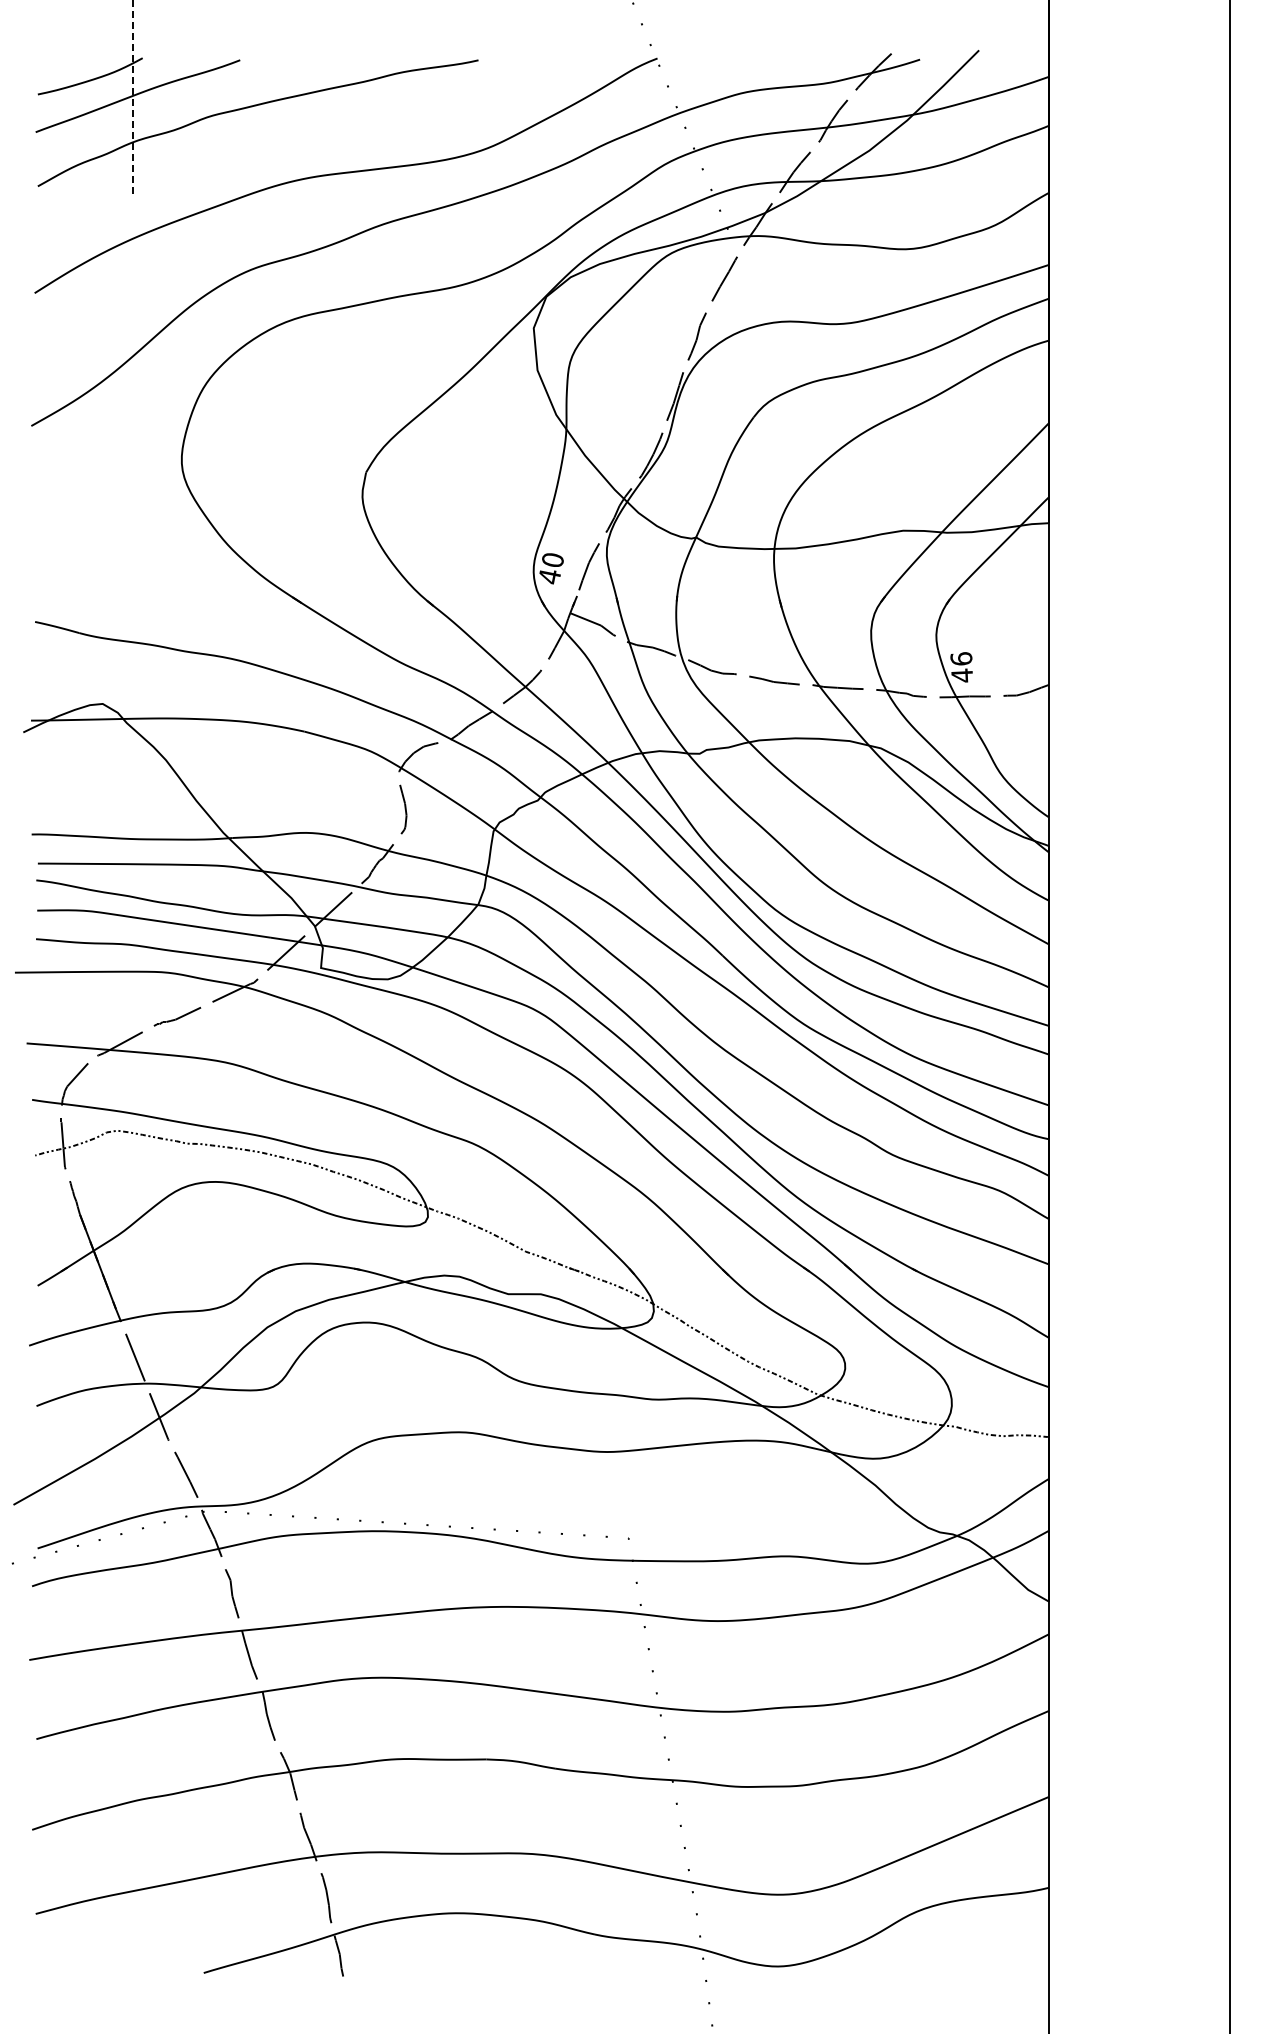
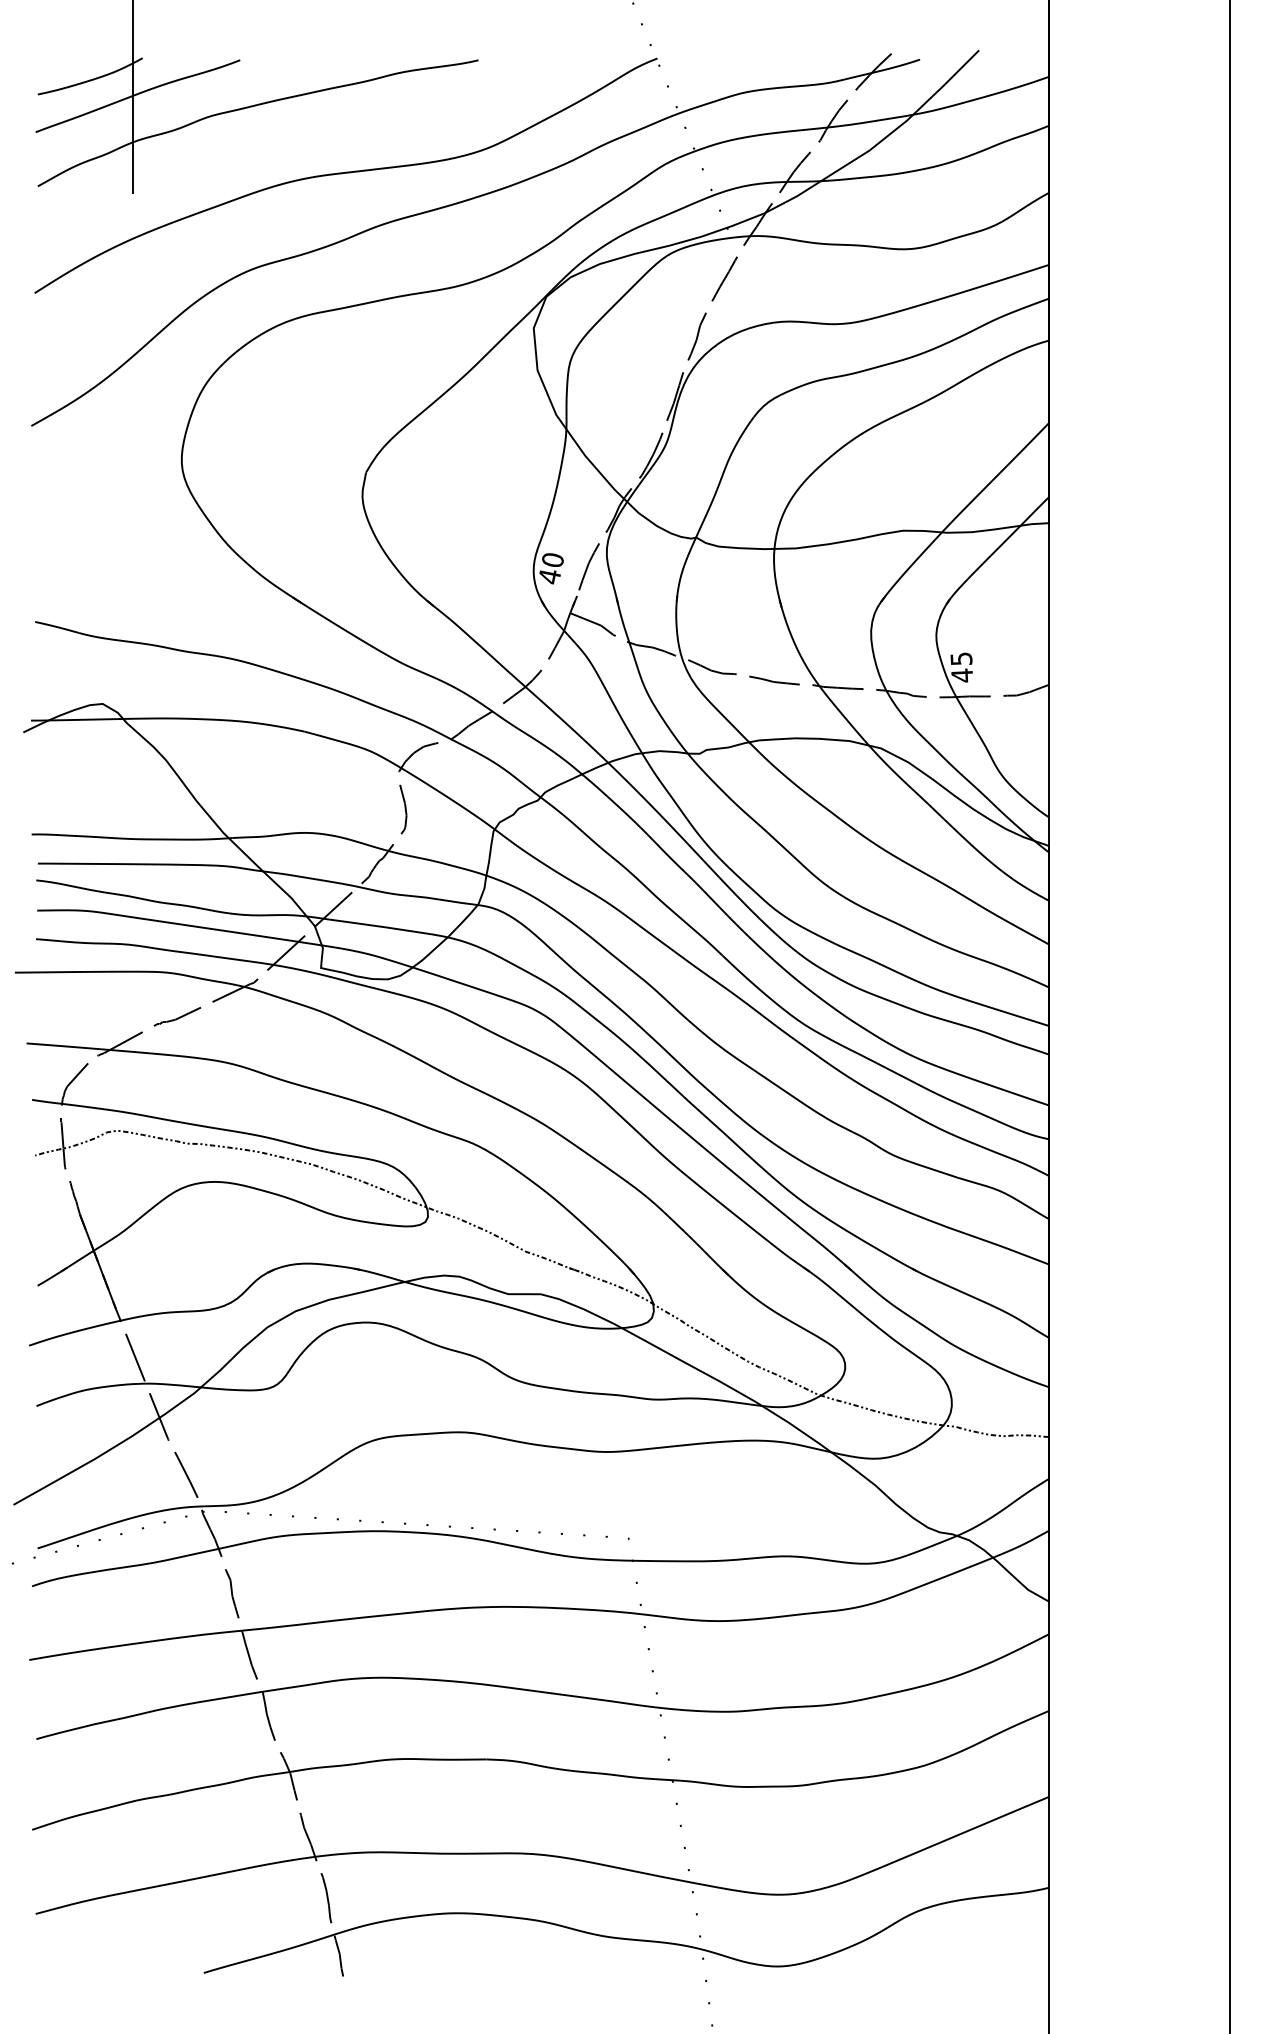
line at (132, 96): dashed -> solid
text at (961, 658): 46 -> 45
